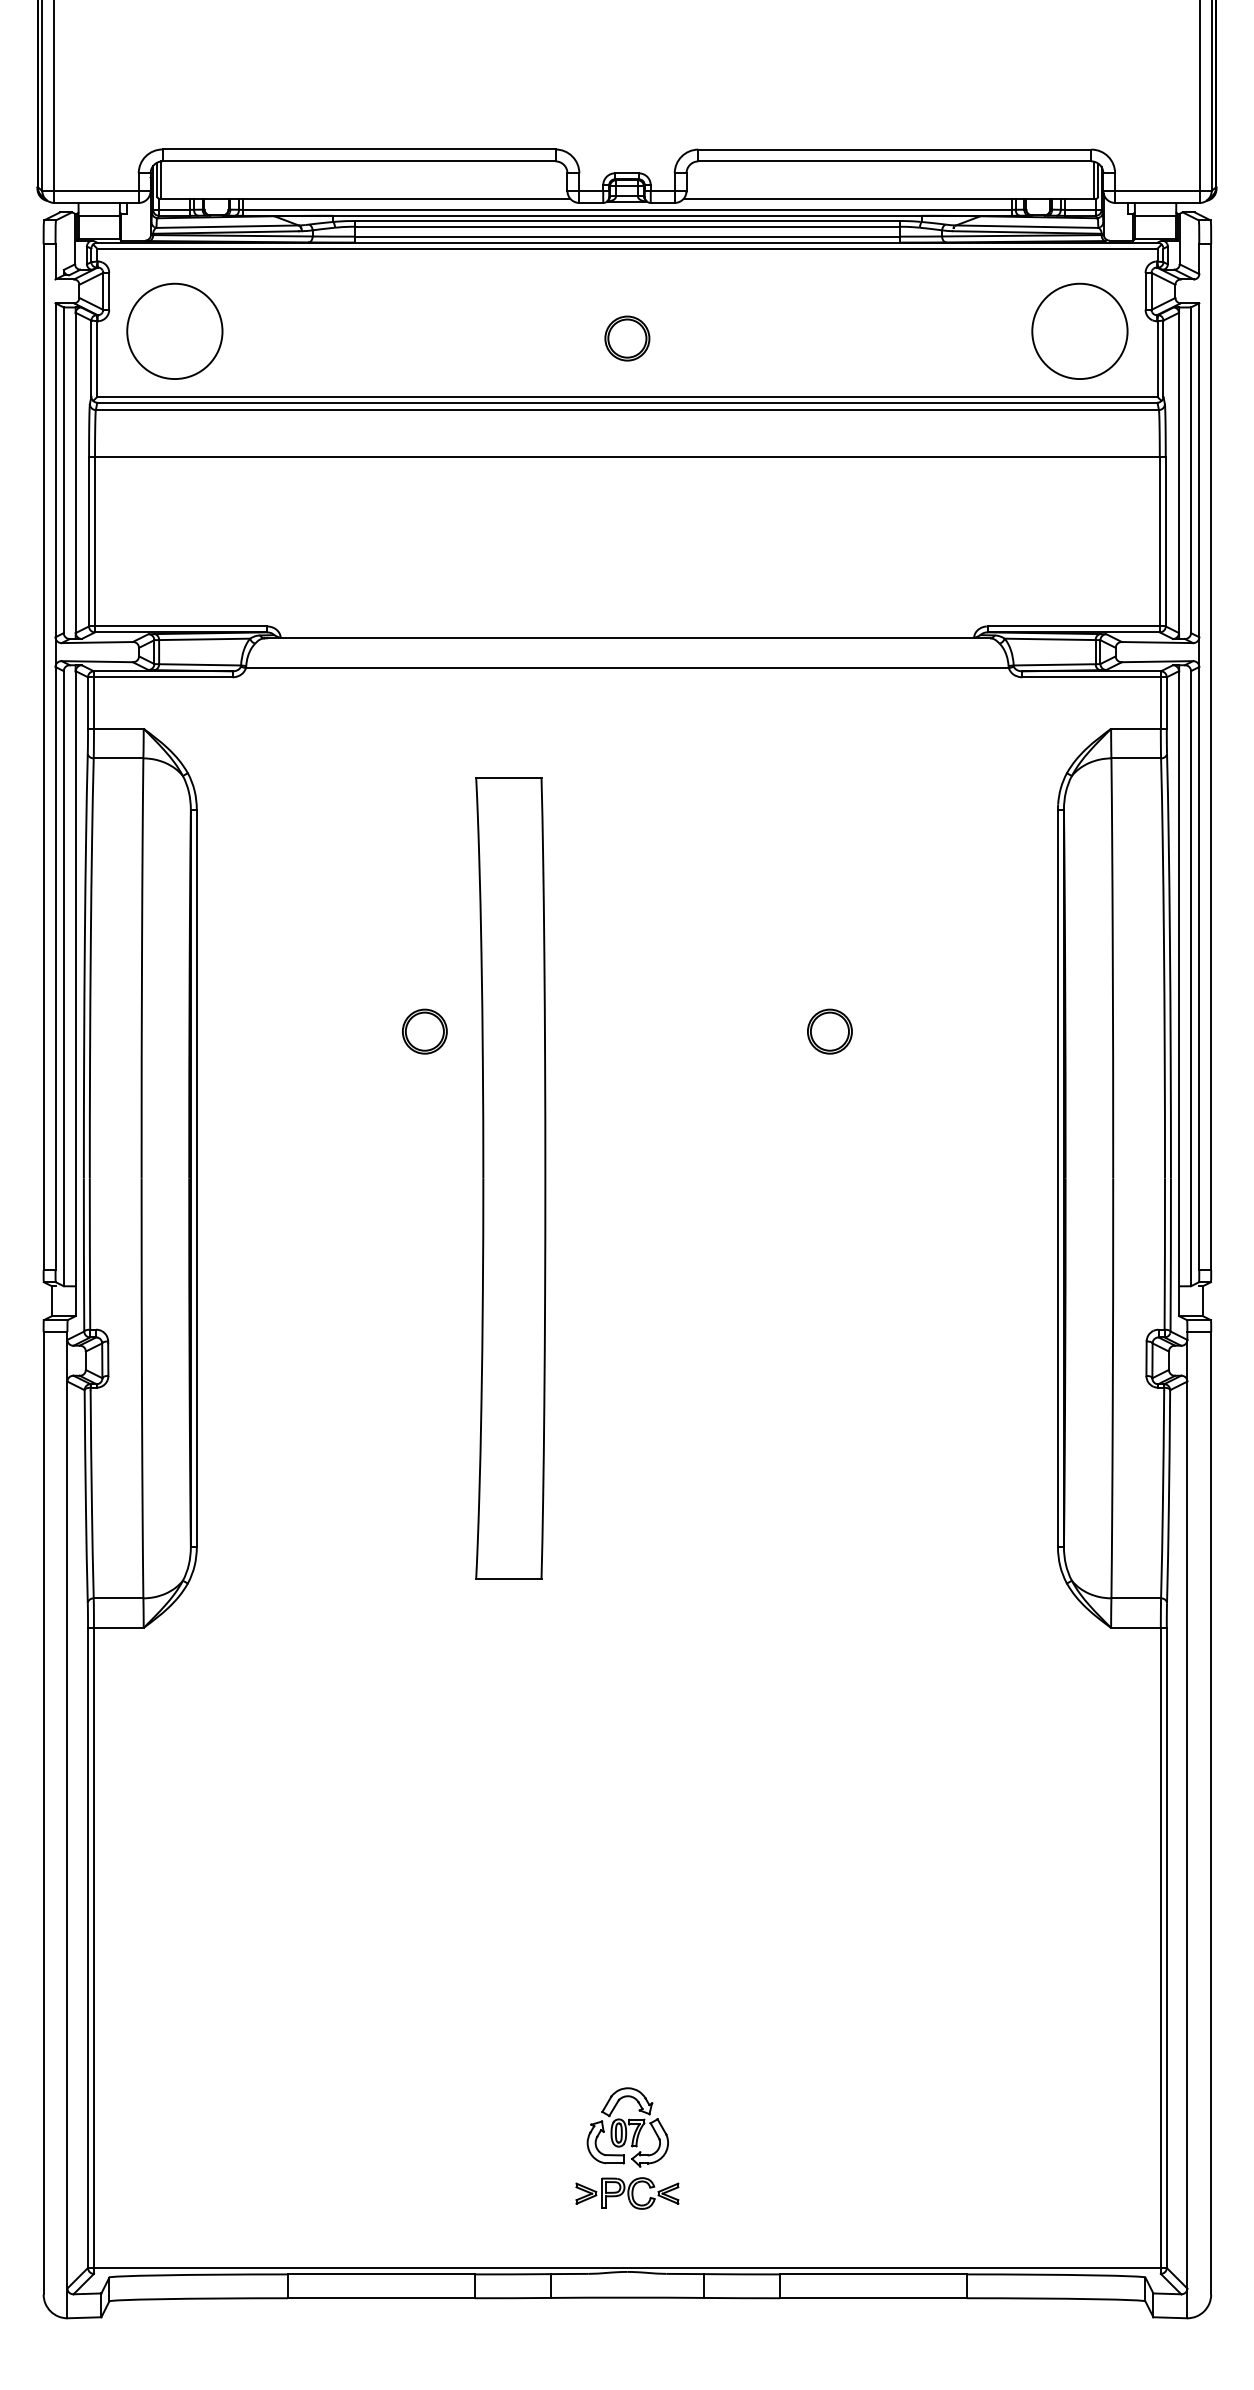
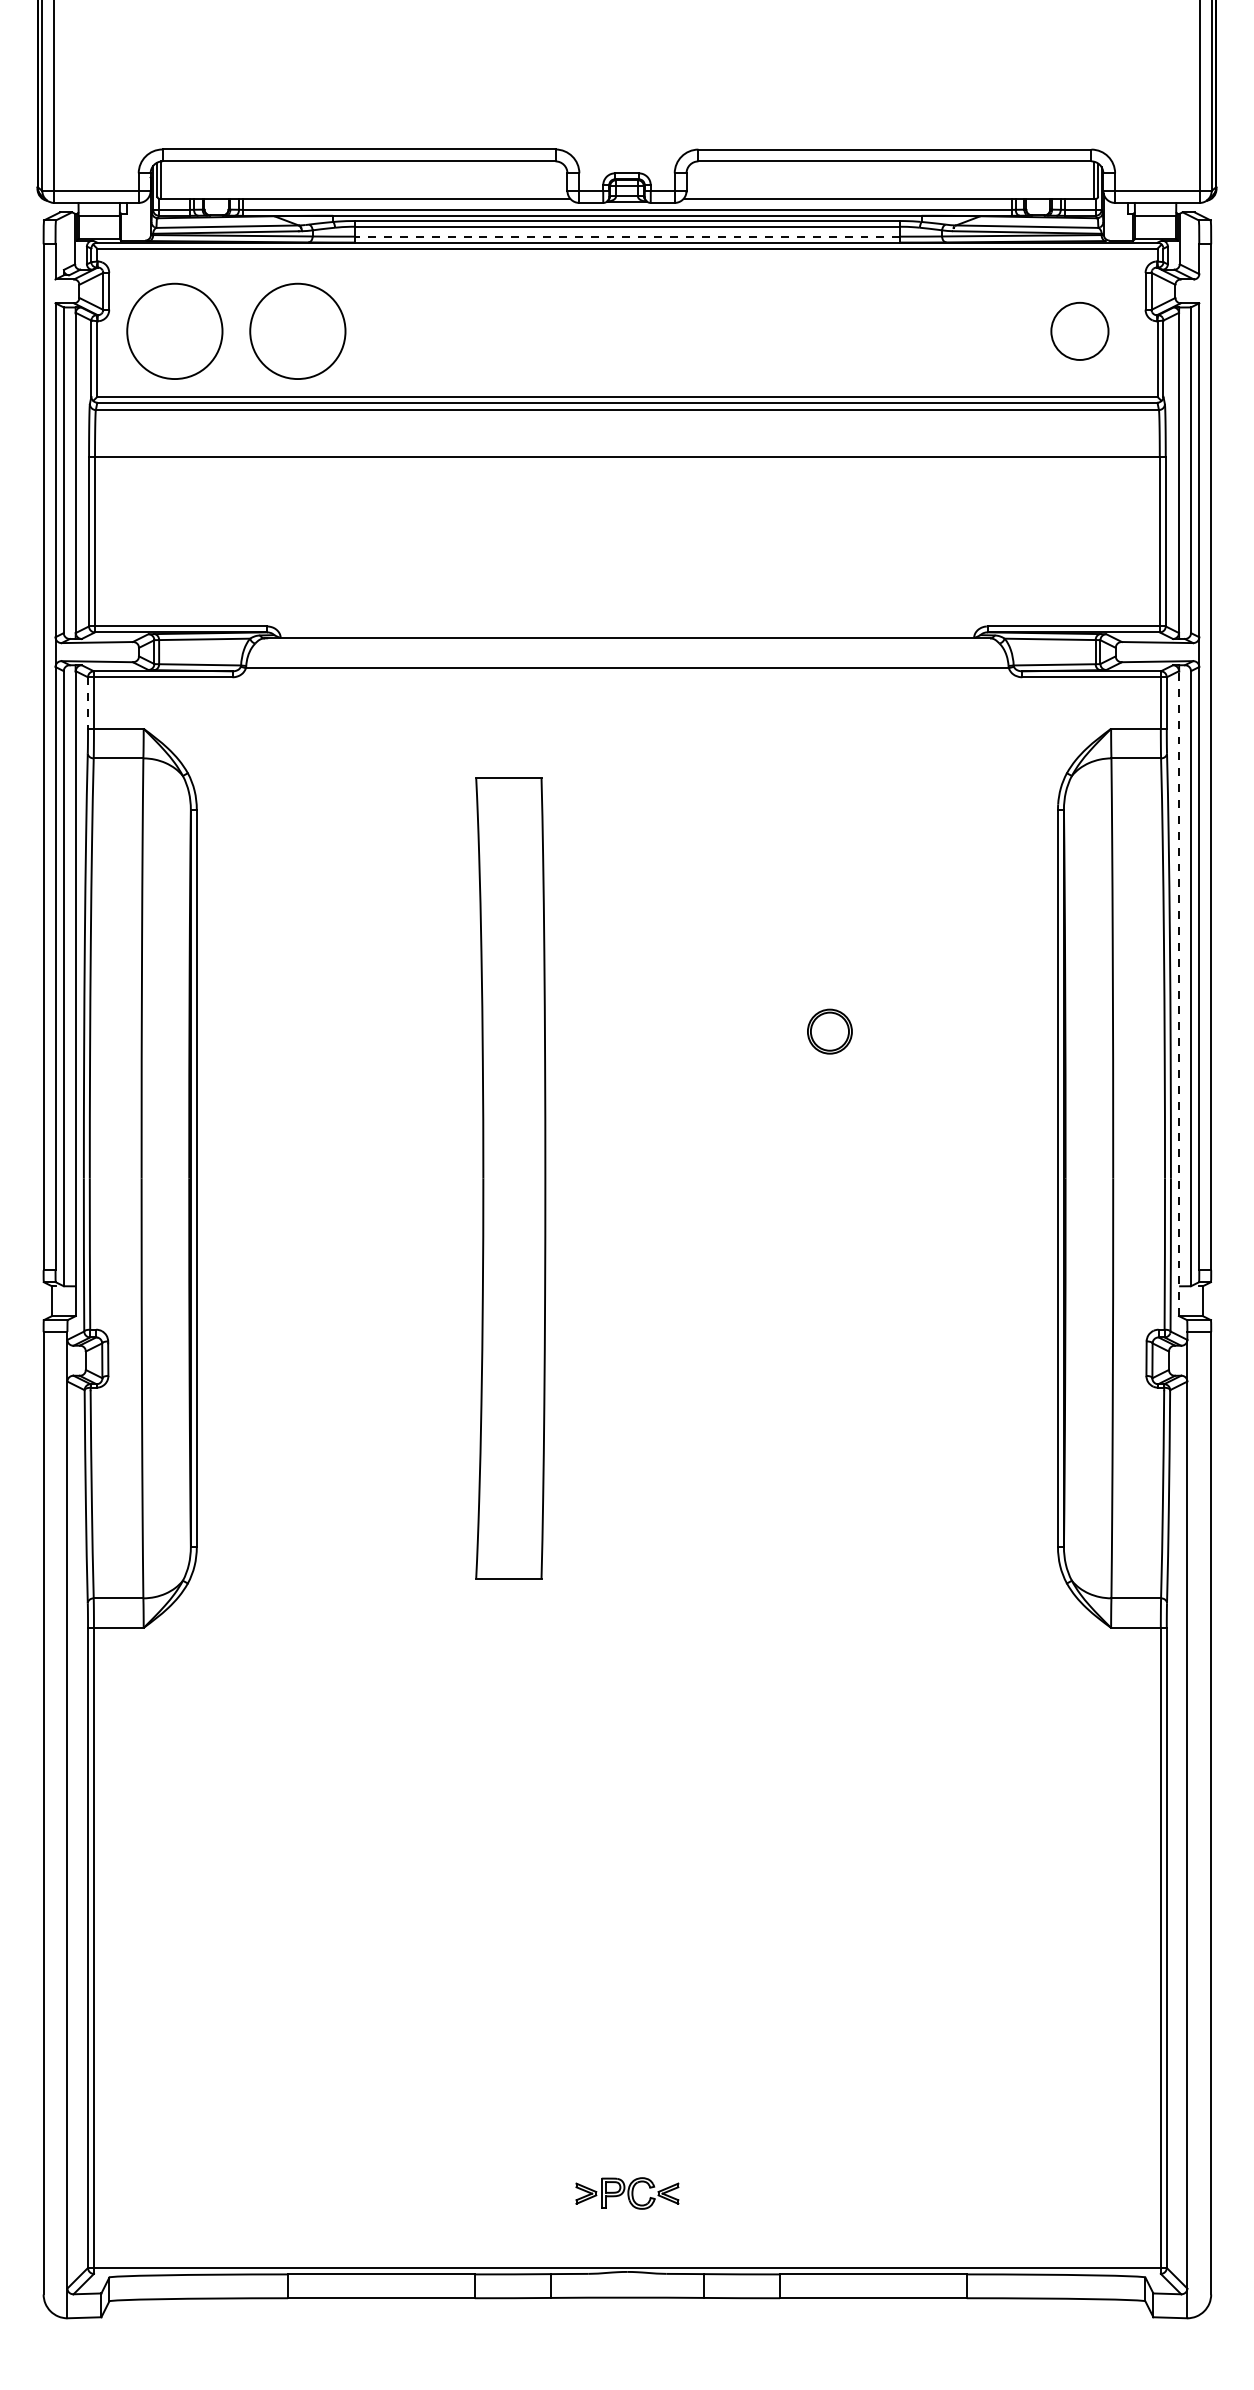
line at (627, 236): solid -> dashed
circle at (297, 330): none -> present
circle at (1079, 331) diameter: 95 px -> 57 px
part at (627, 338): present -> none
line at (88, 703): solid -> dashed
line at (1178, 993): solid -> dashed
part at (424, 1031): present -> none
part at (627, 2127): present -> none
